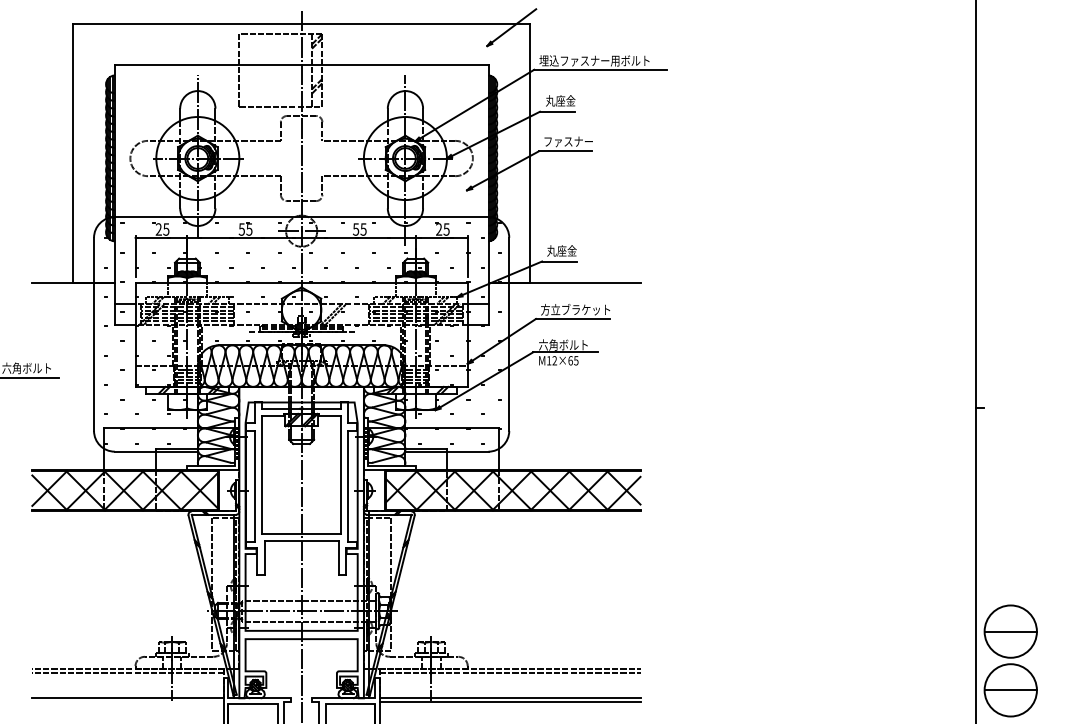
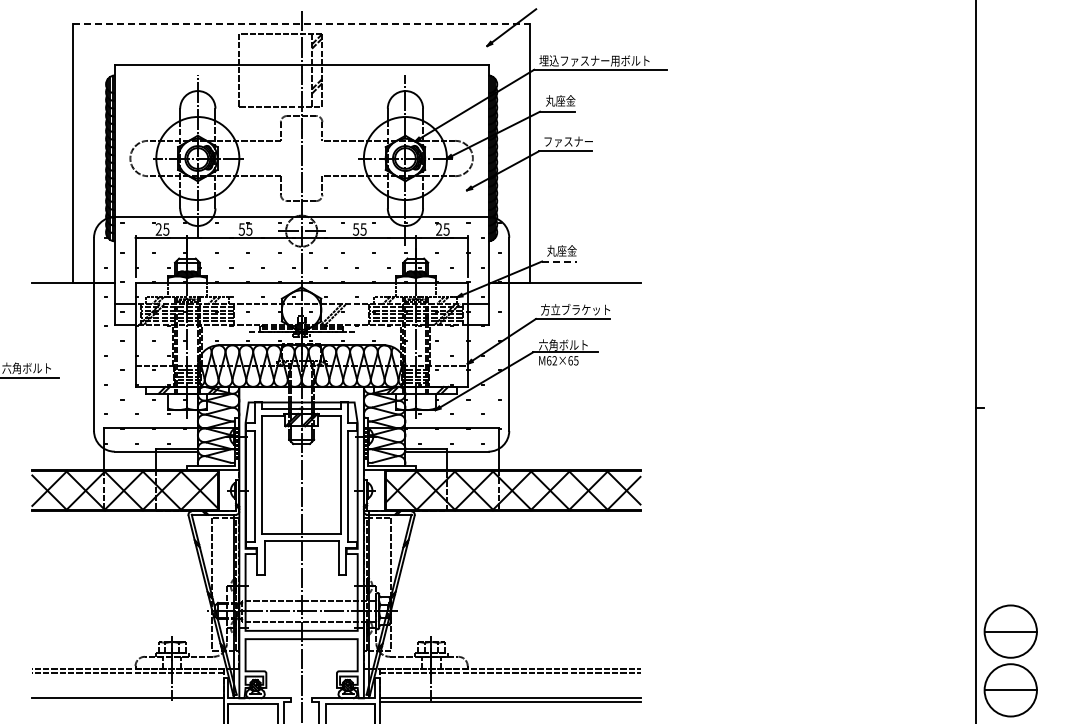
line at (301, 23): solid -> dashed
line at (559, 261): solid -> dashed
text at (549, 360): M12×65 -> M62×65
